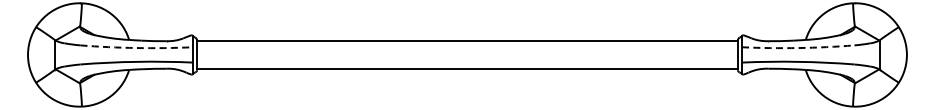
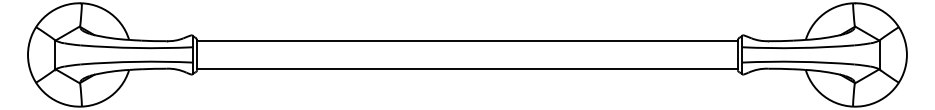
arc at (136, 48): dashed -> solid
arc at (798, 48): dashed -> solid
